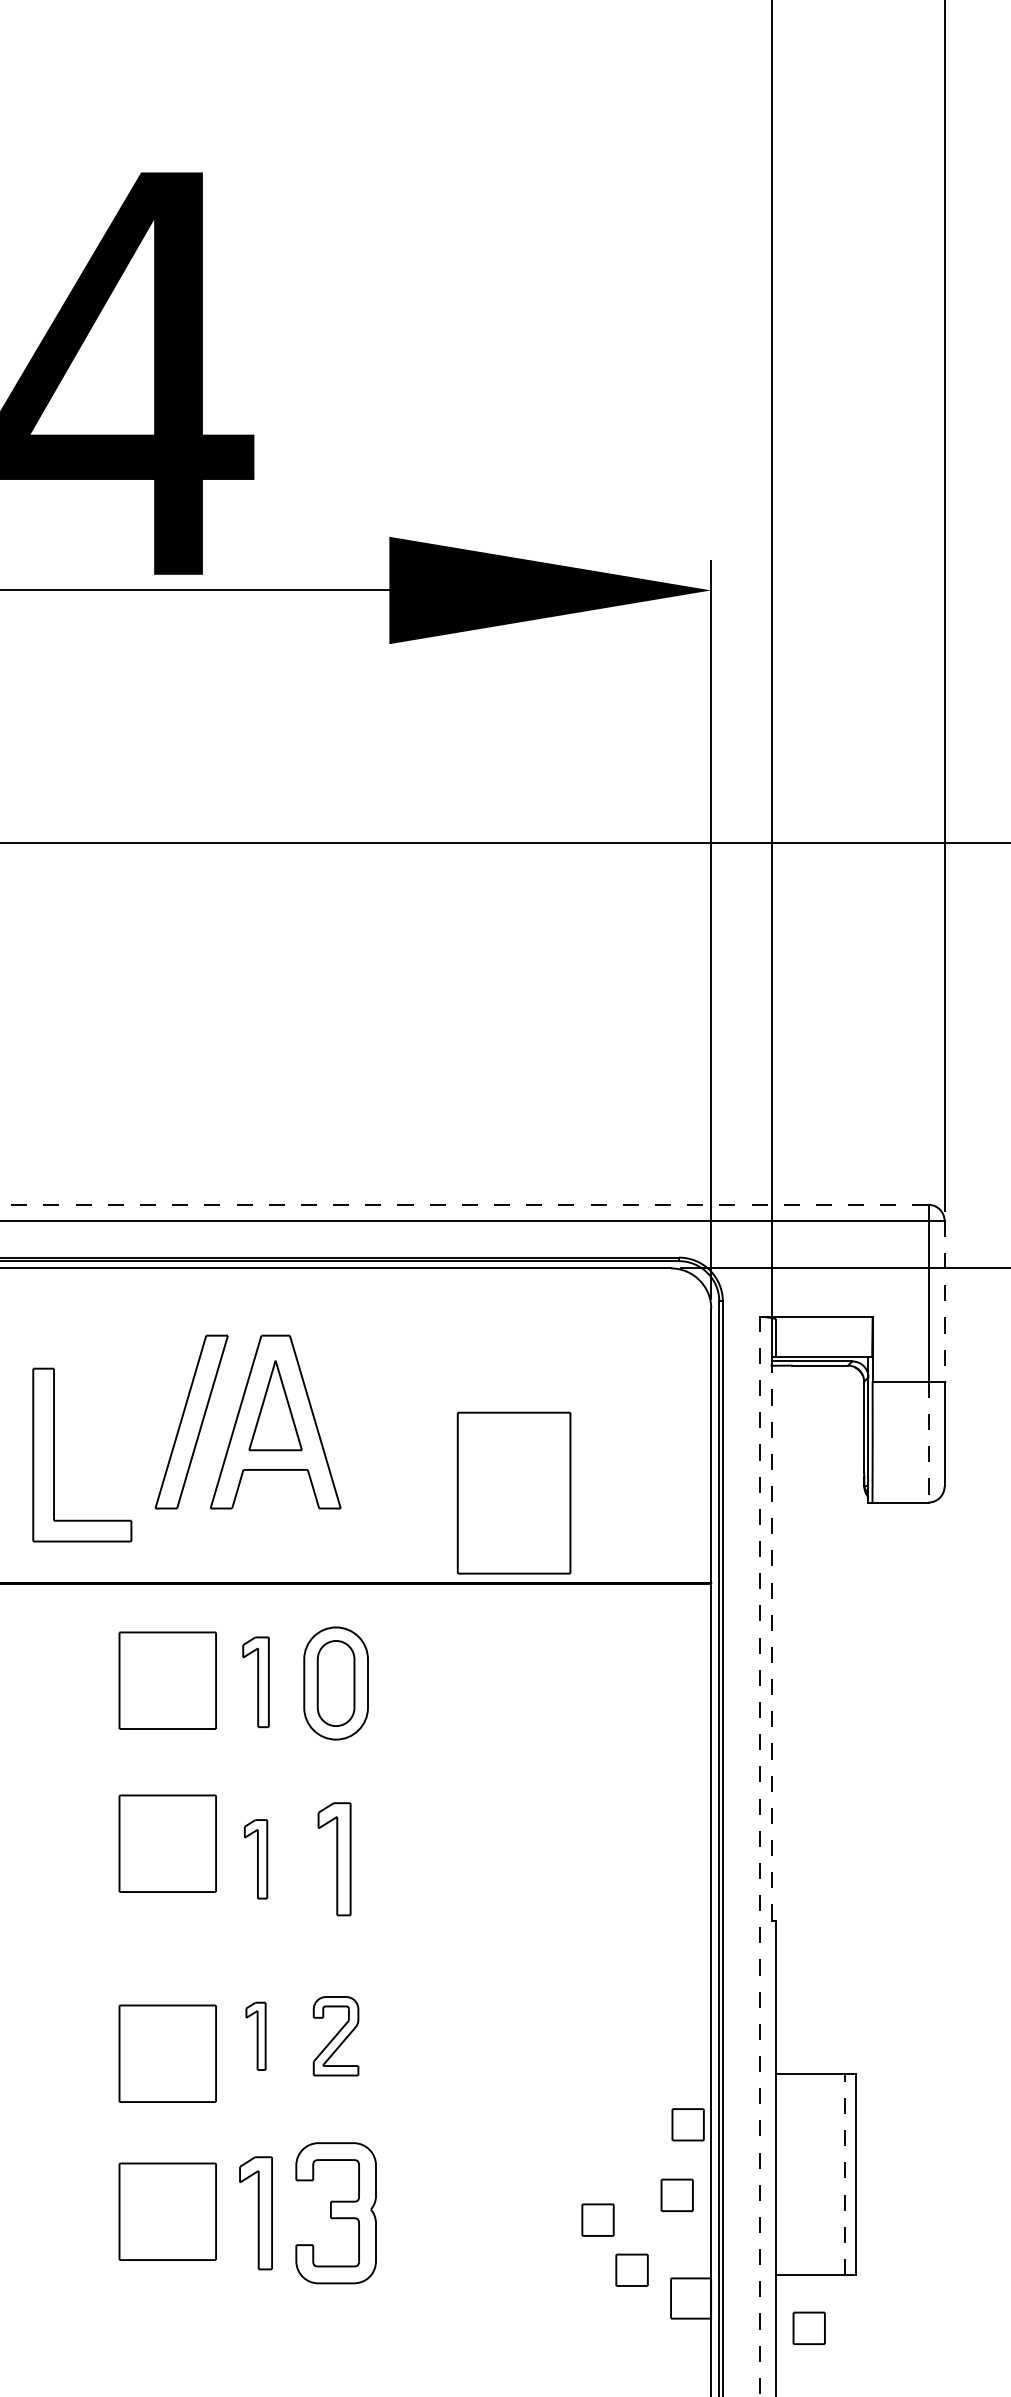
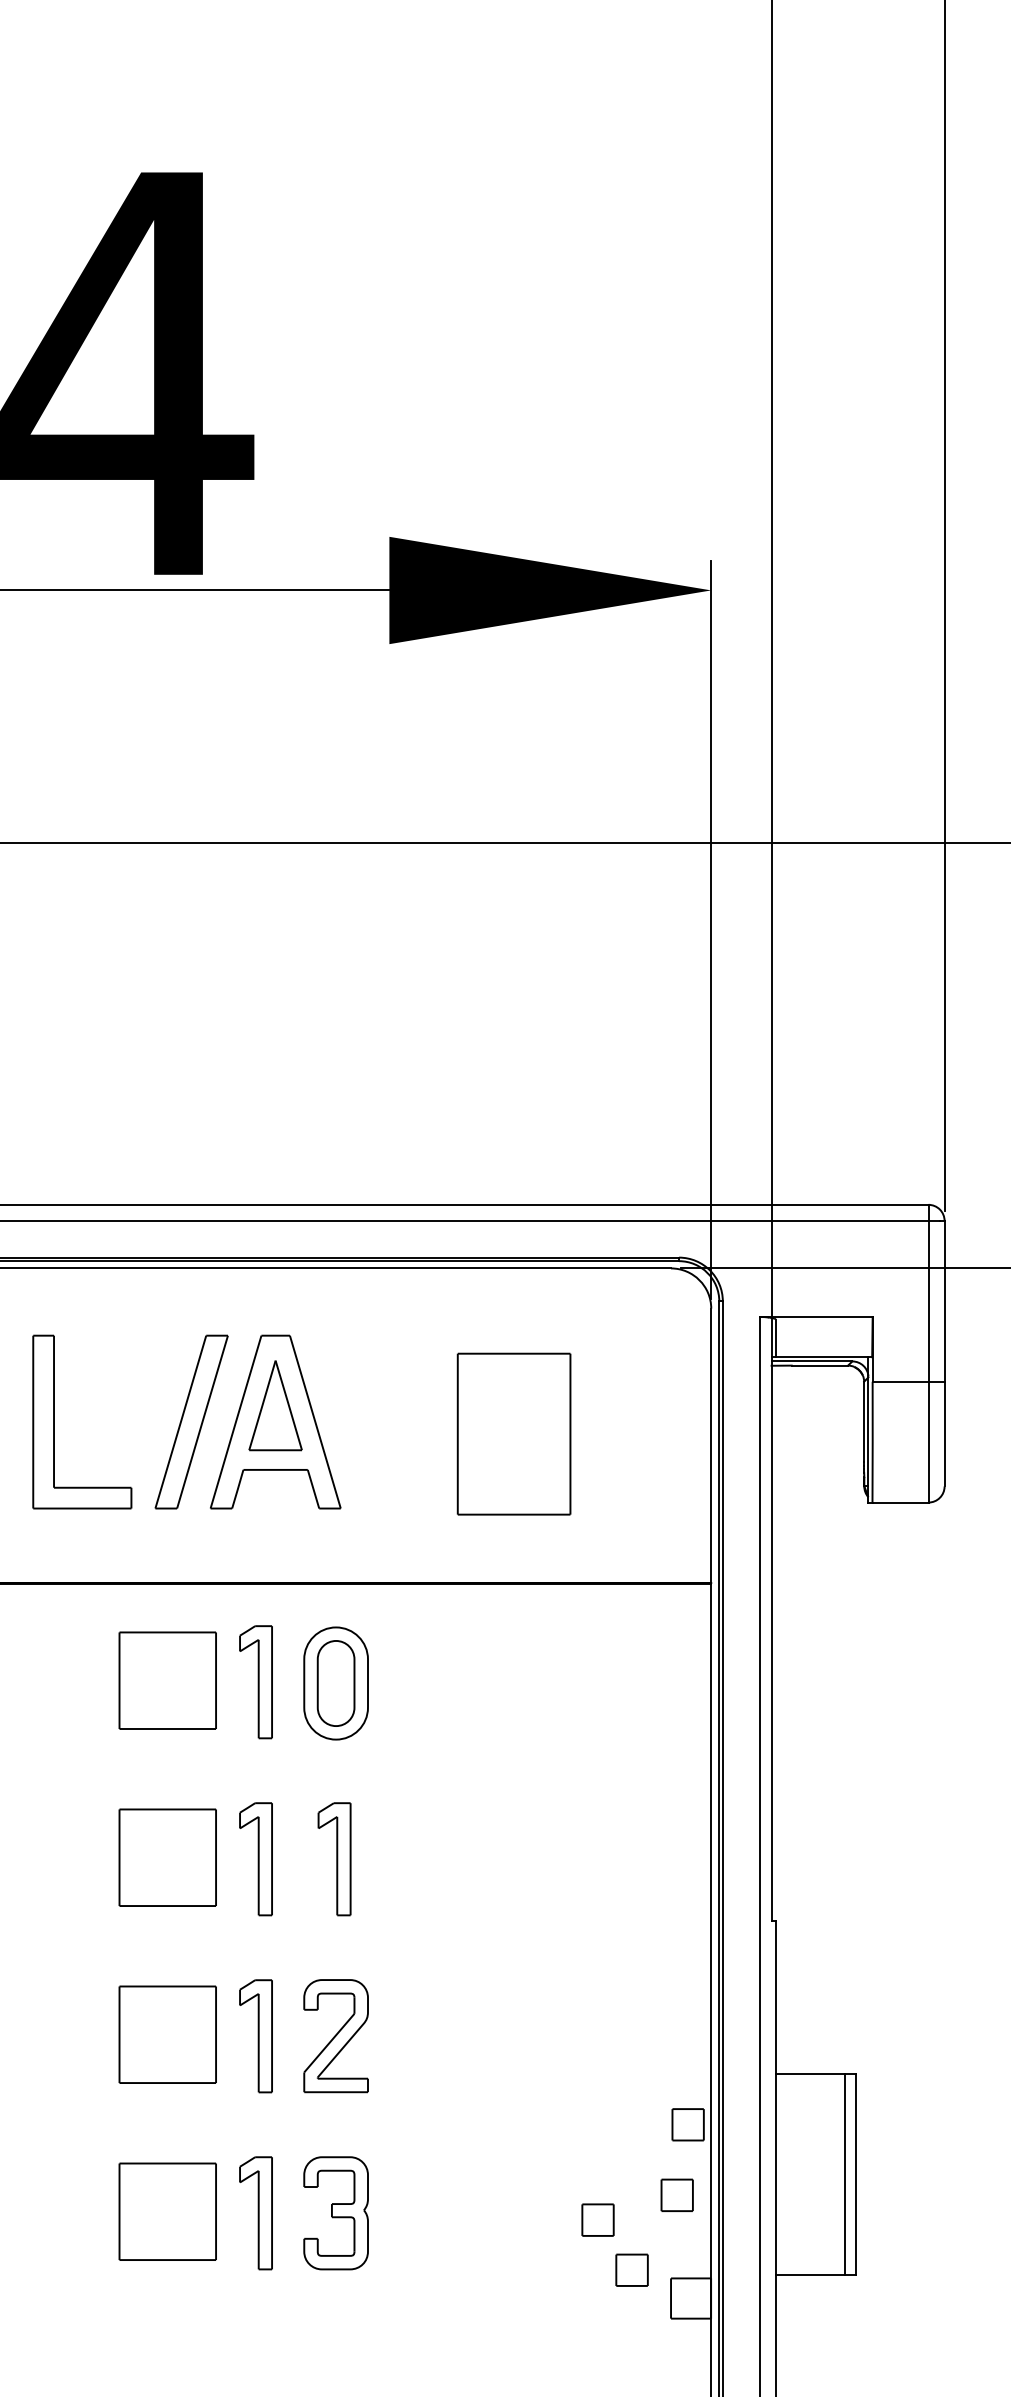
line at (464, 1204): dashed -> solid
line at (944, 1301): dashed -> solid
line at (928, 1442): dashed -> solid
part at (54, 1454) position: (54, 1454) -> (54, 1421)
part at (513, 1492) position: (513, 1492) -> (513, 1433)
line at (771, 1638): dashed -> solid
part at (255, 1682) size: 28x93 px -> 34x115 px
part at (167, 1843) position: (167, 1843) -> (167, 1857)
line at (759, 1856): dashed -> solid
part at (256, 1859) size: 25x81 px -> 34x115 px
part at (255, 2035) size: 22x70 px -> 34x115 px
part at (335, 2036) size: 48x81 px -> 66x115 px
part at (167, 2053) position: (167, 2053) -> (167, 2034)
line at (845, 2174): dashed -> solid
part at (335, 2213) size: 82x143 px -> 66x115 px
part at (808, 2327): present -> none
